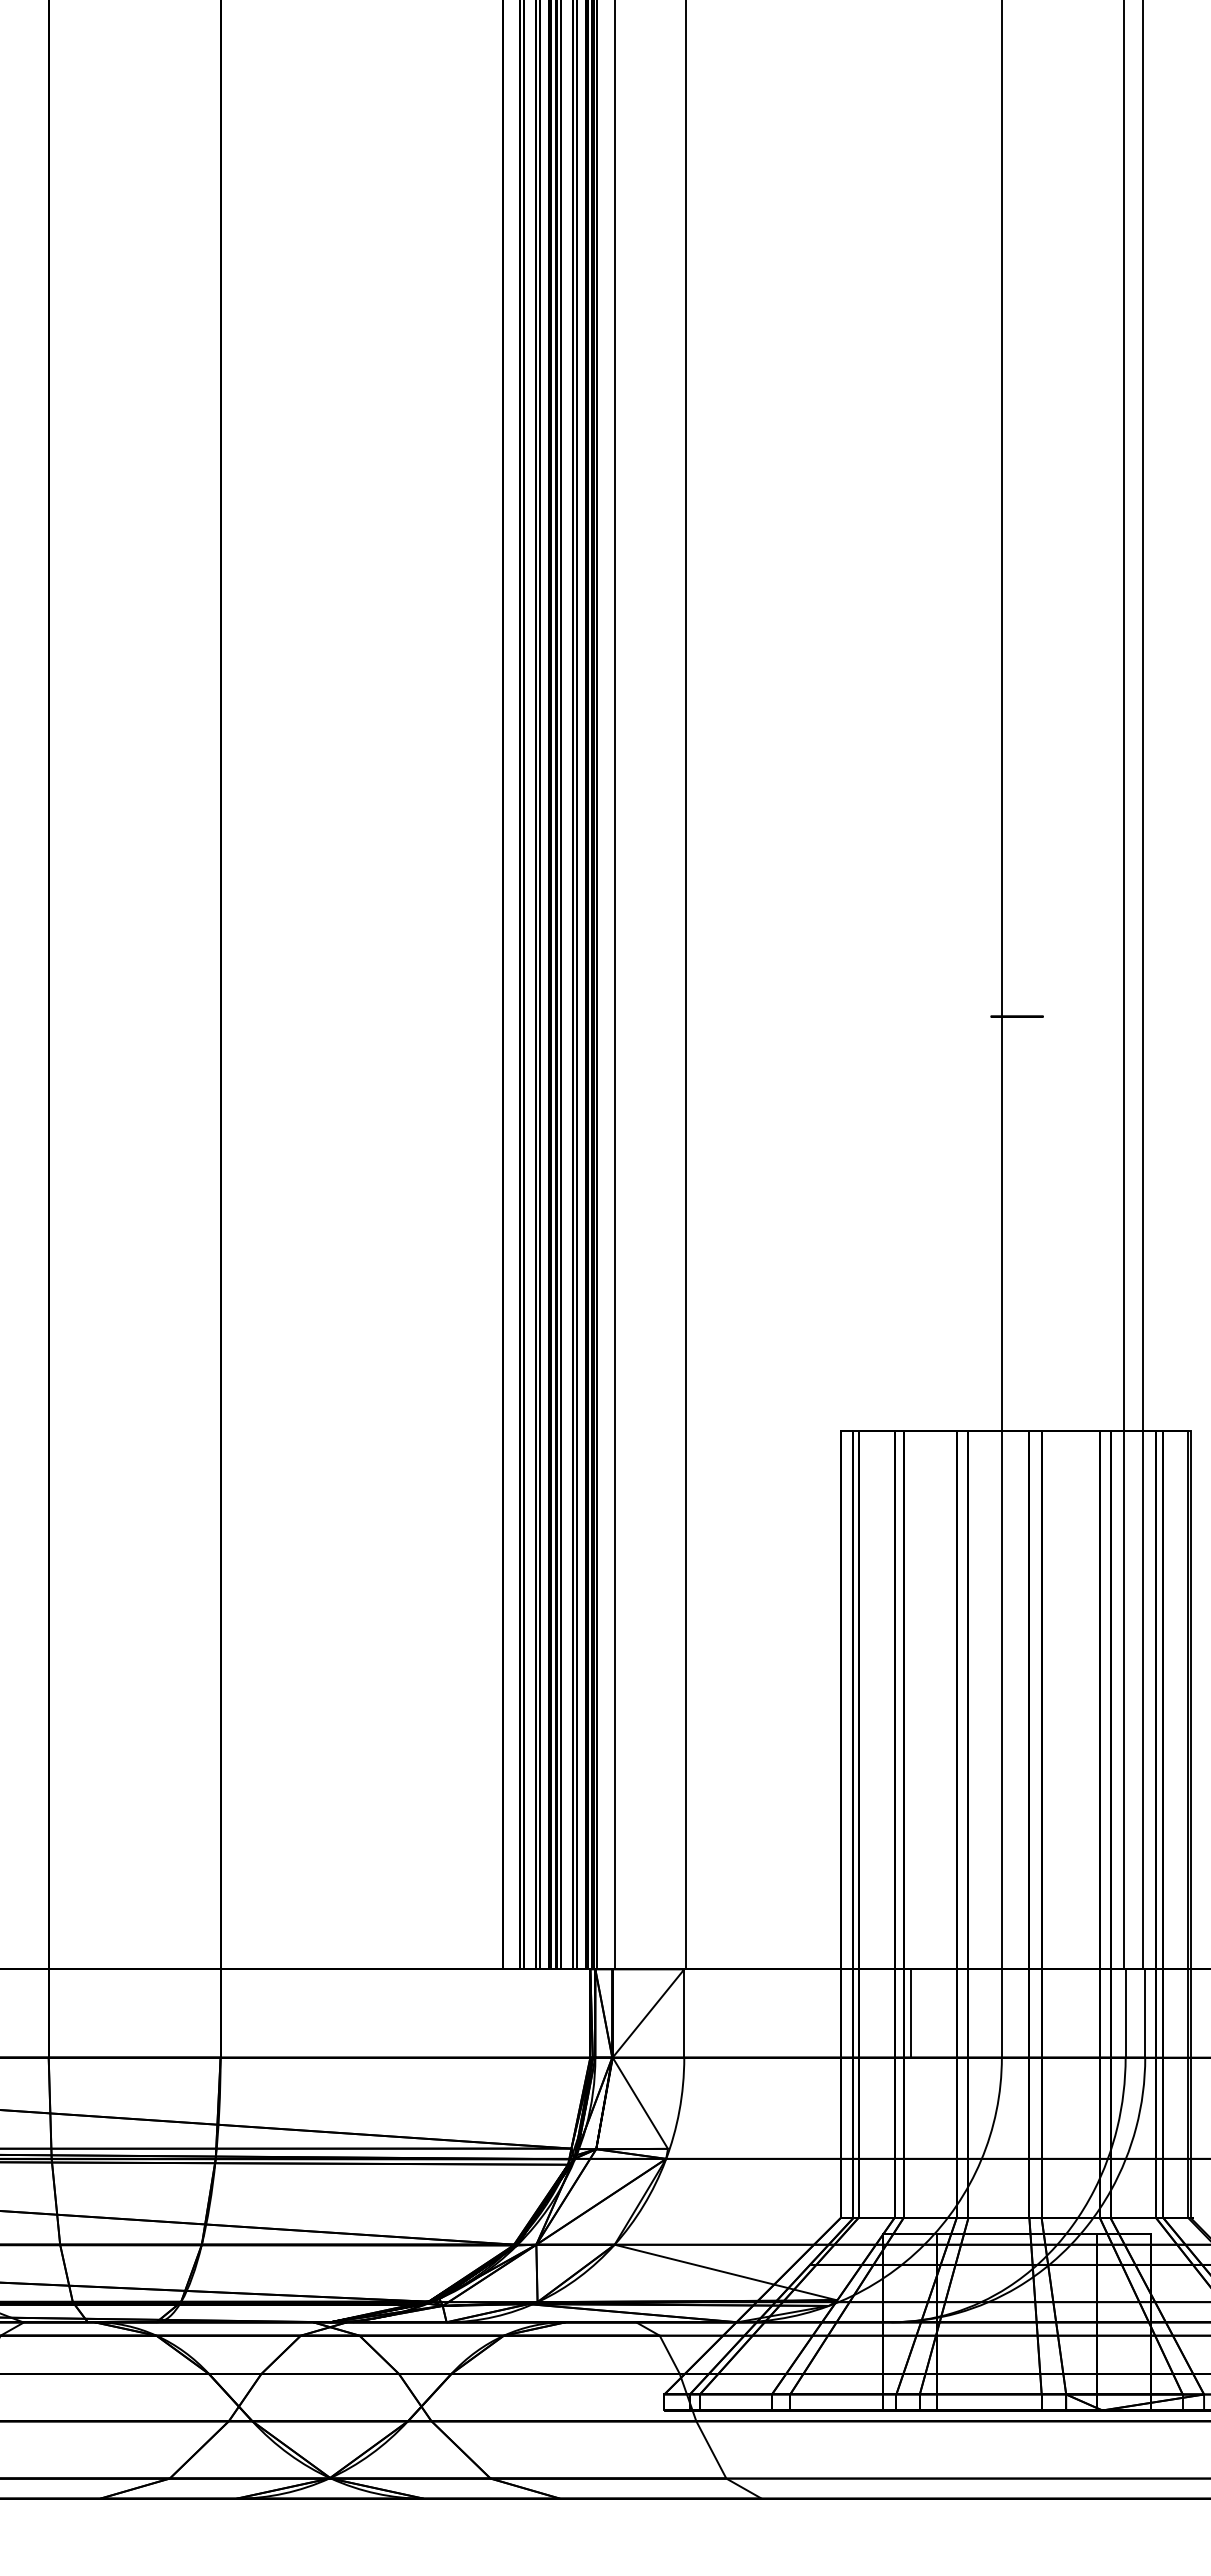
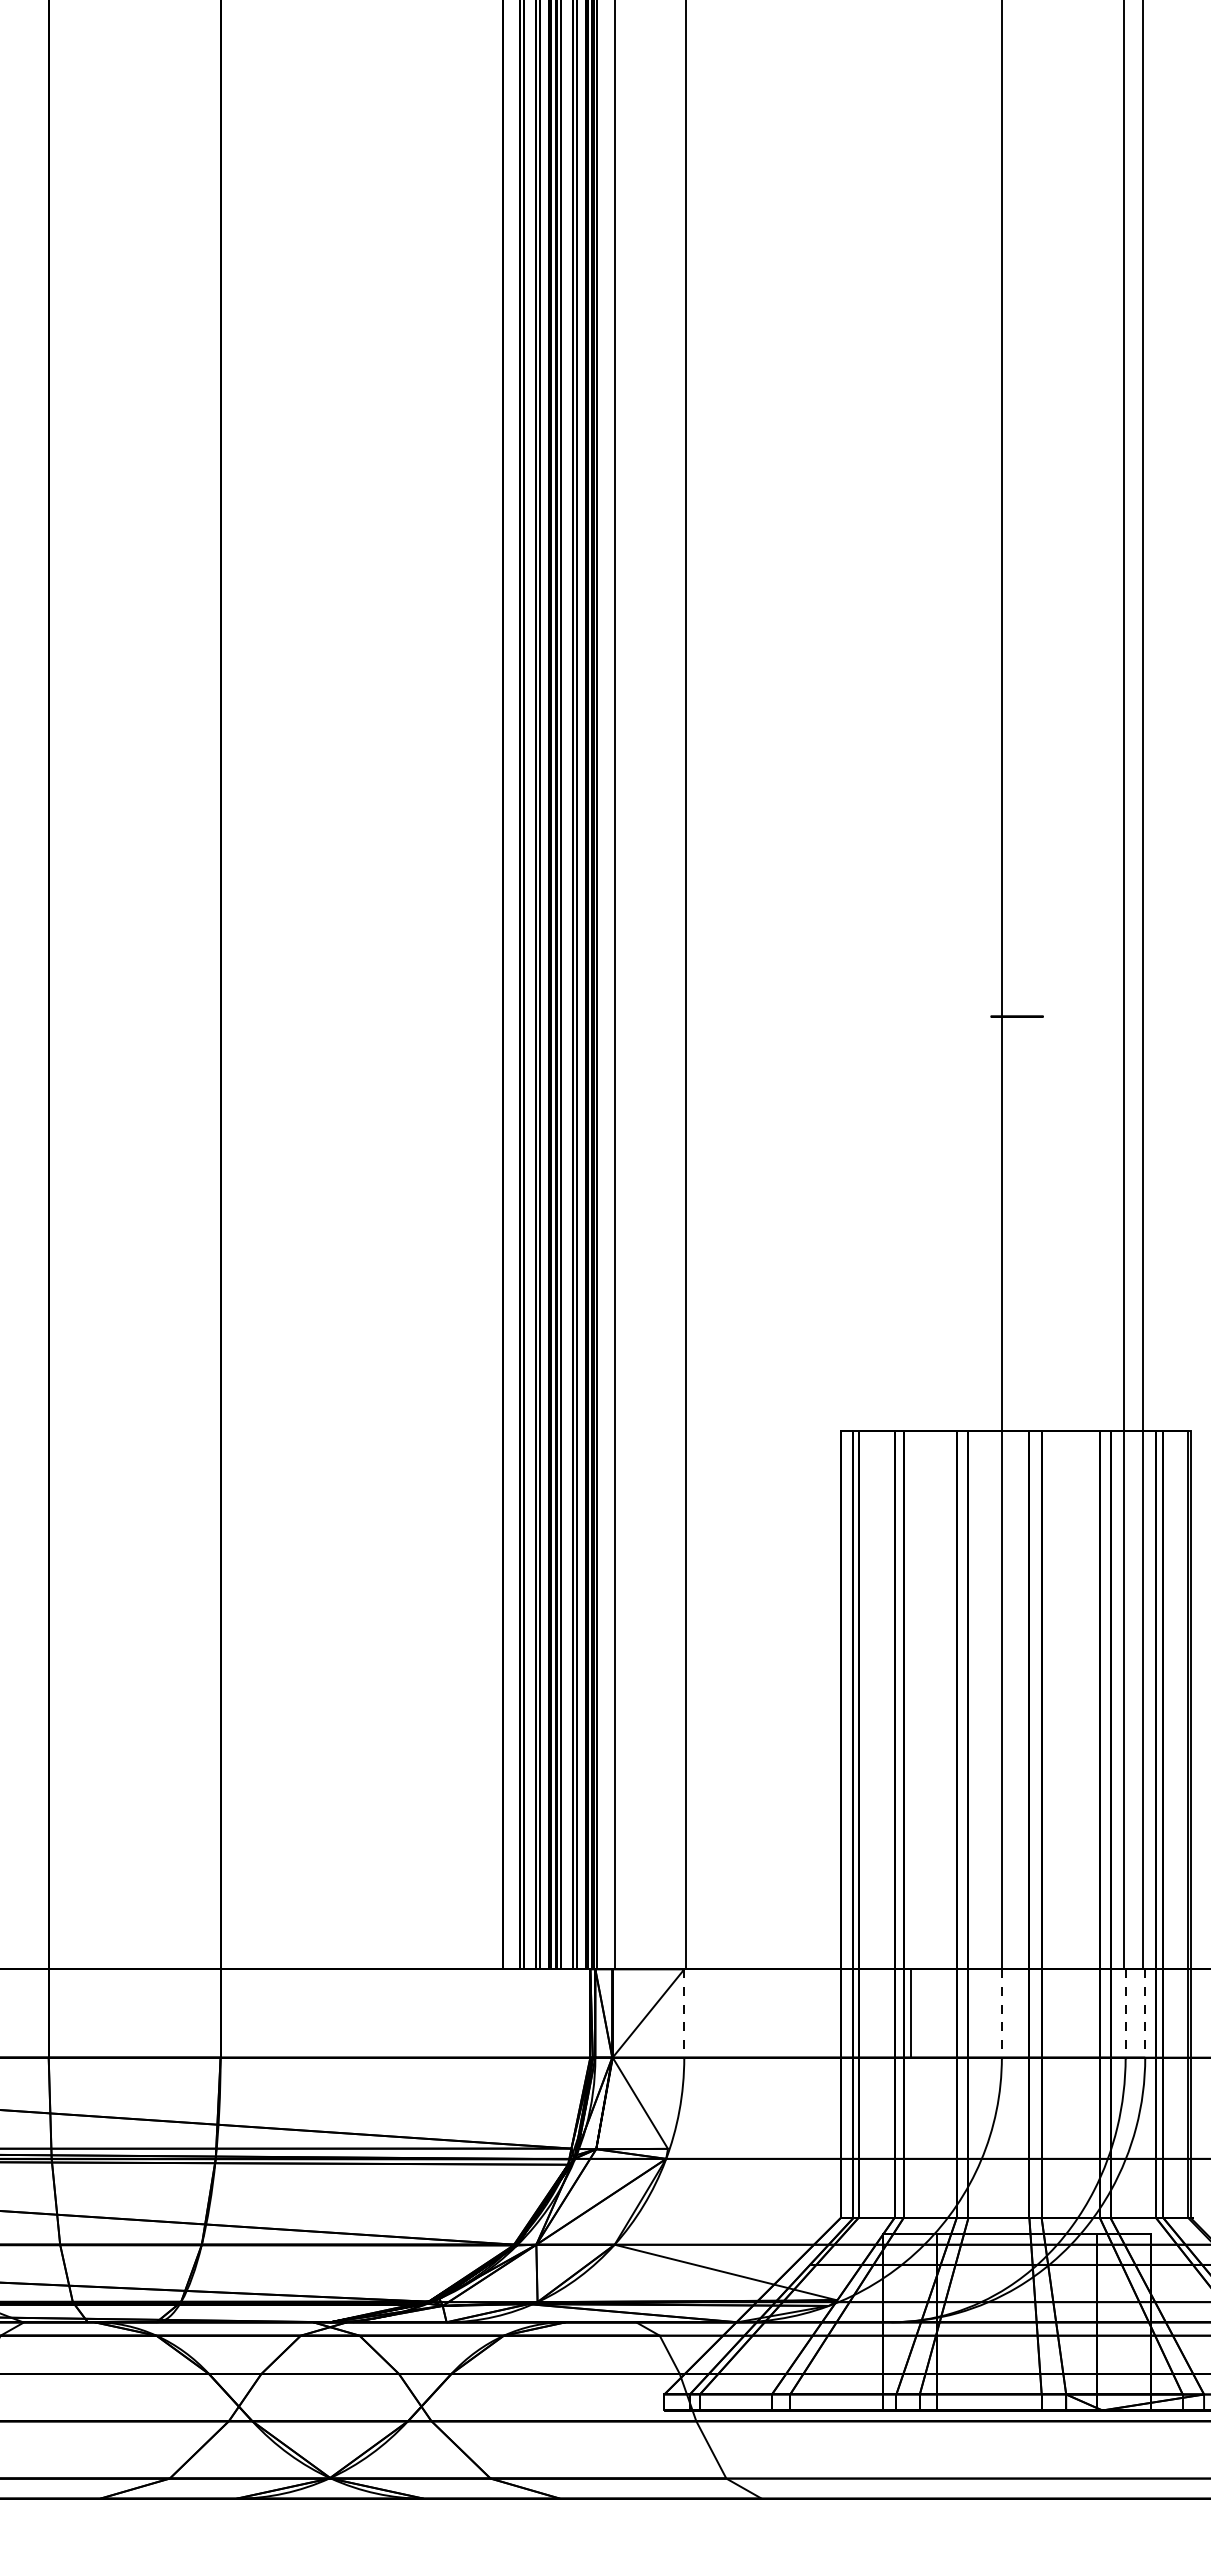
line at (684, 2014): solid -> dashed
line at (1001, 2014): solid -> dashed
line at (1125, 2014): solid -> dashed
line at (1145, 2014): solid -> dashed
